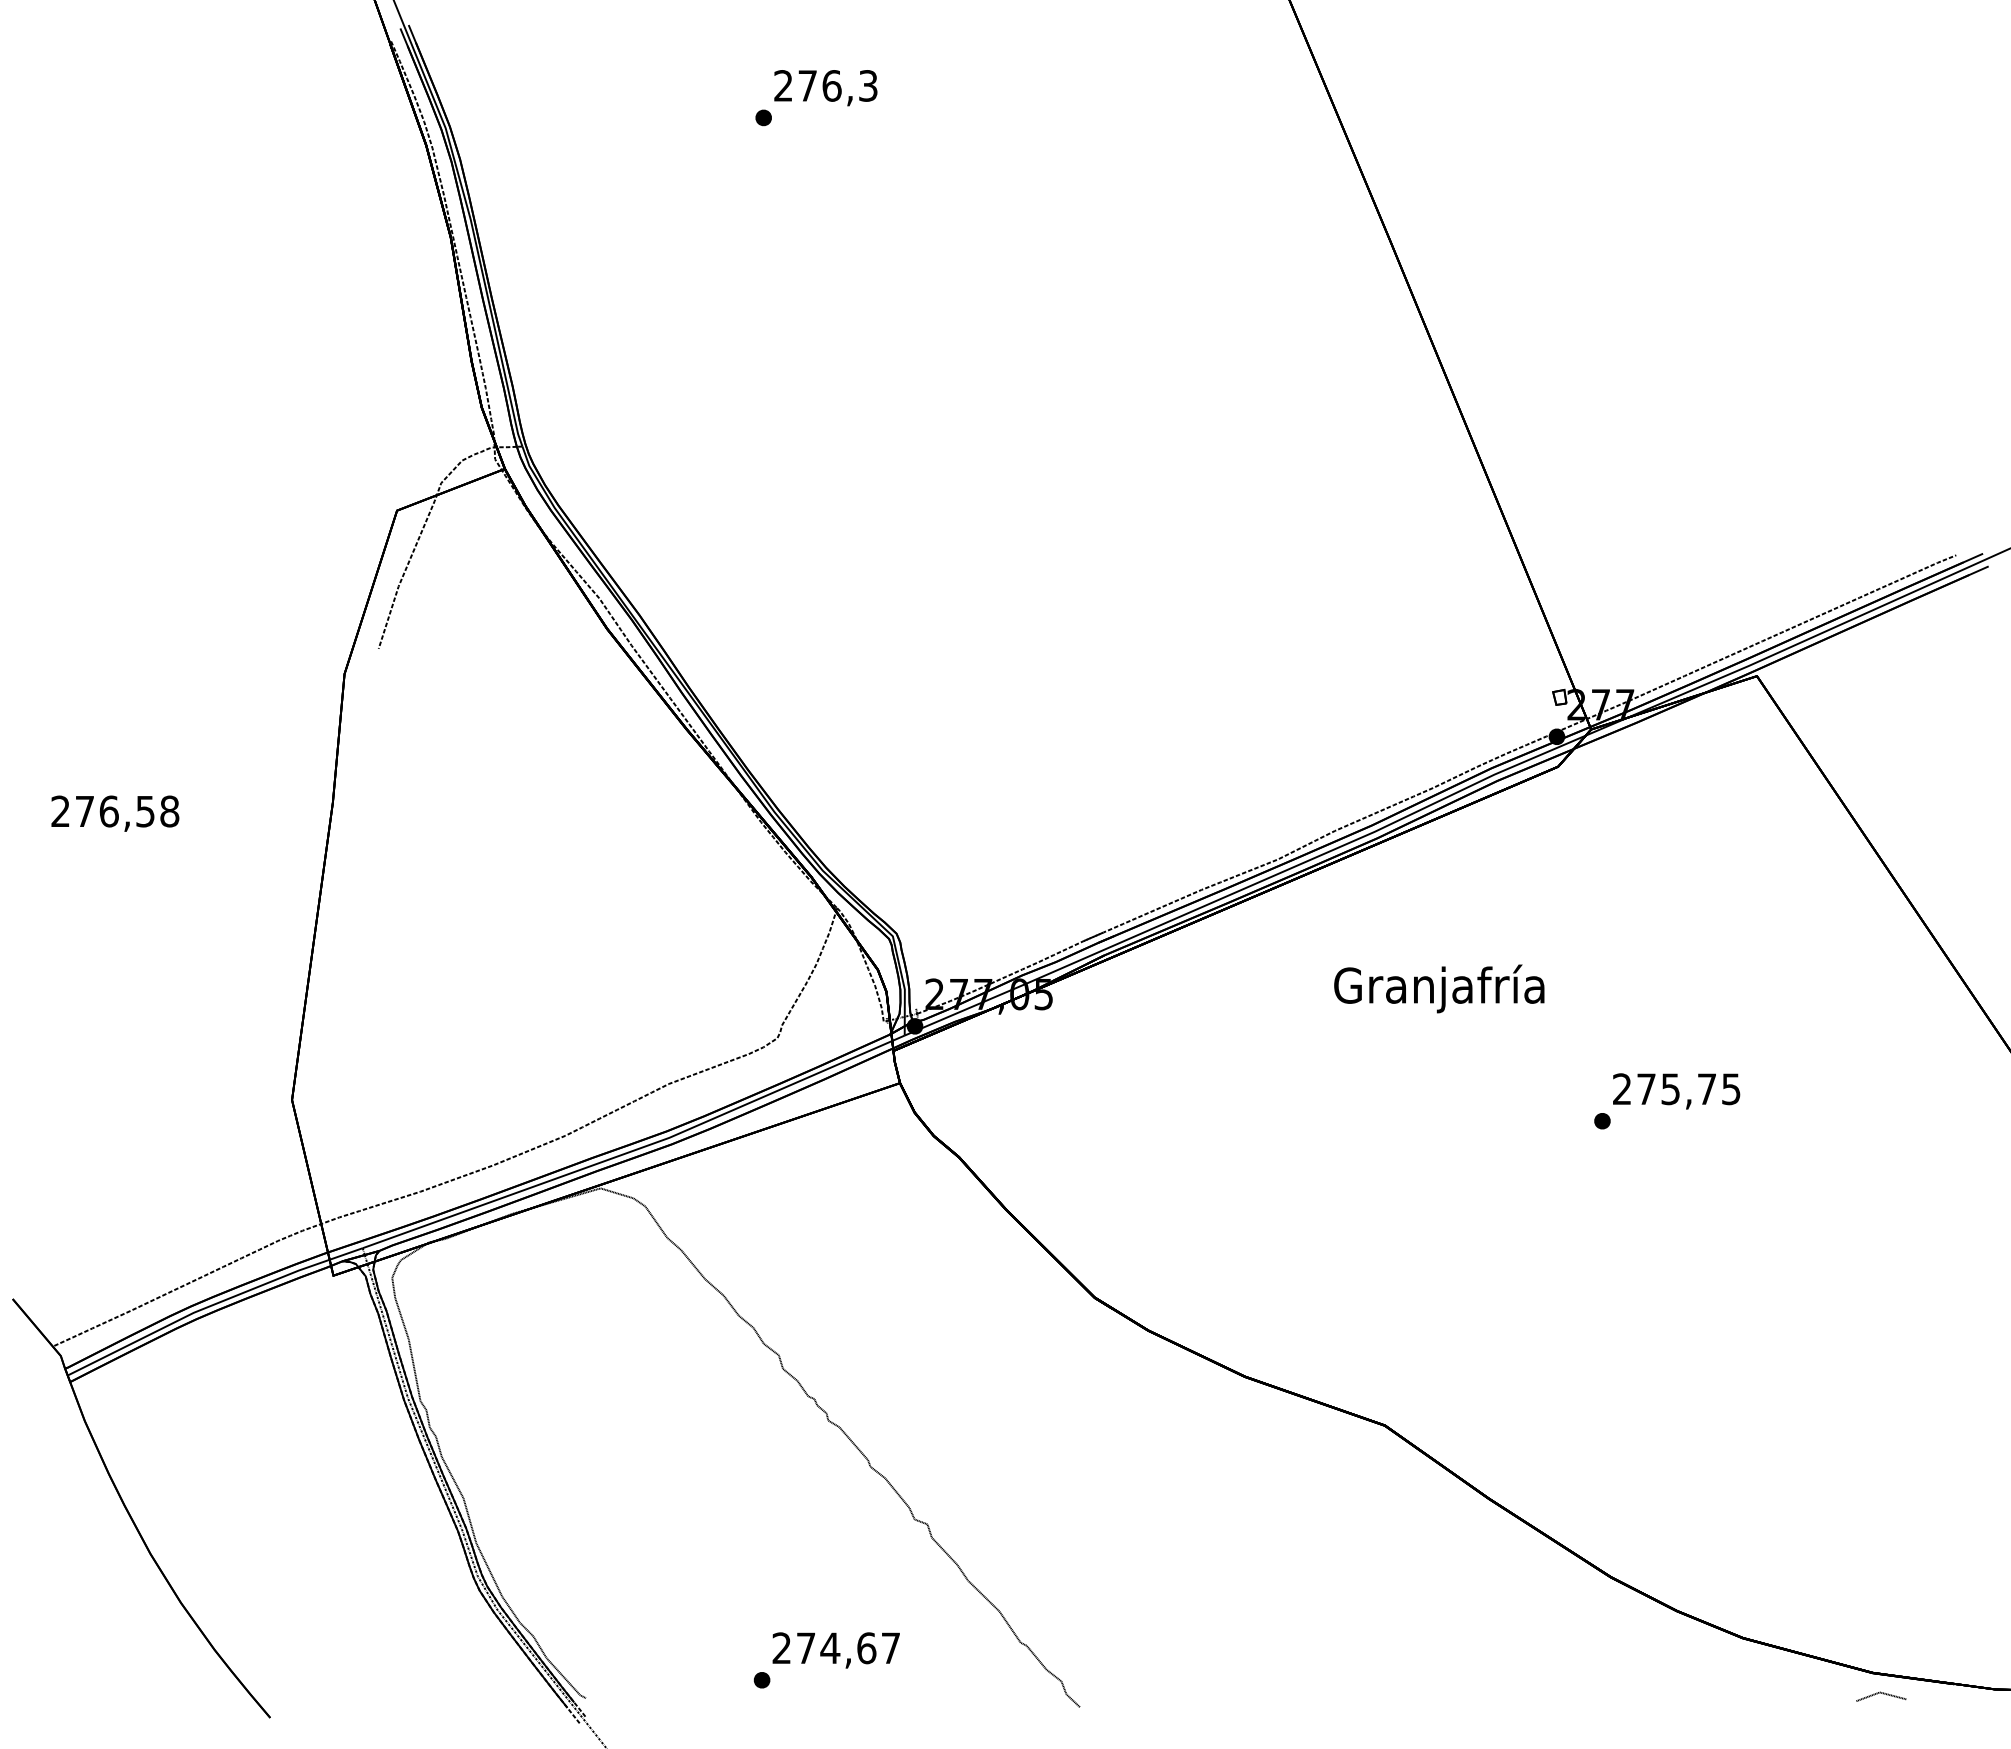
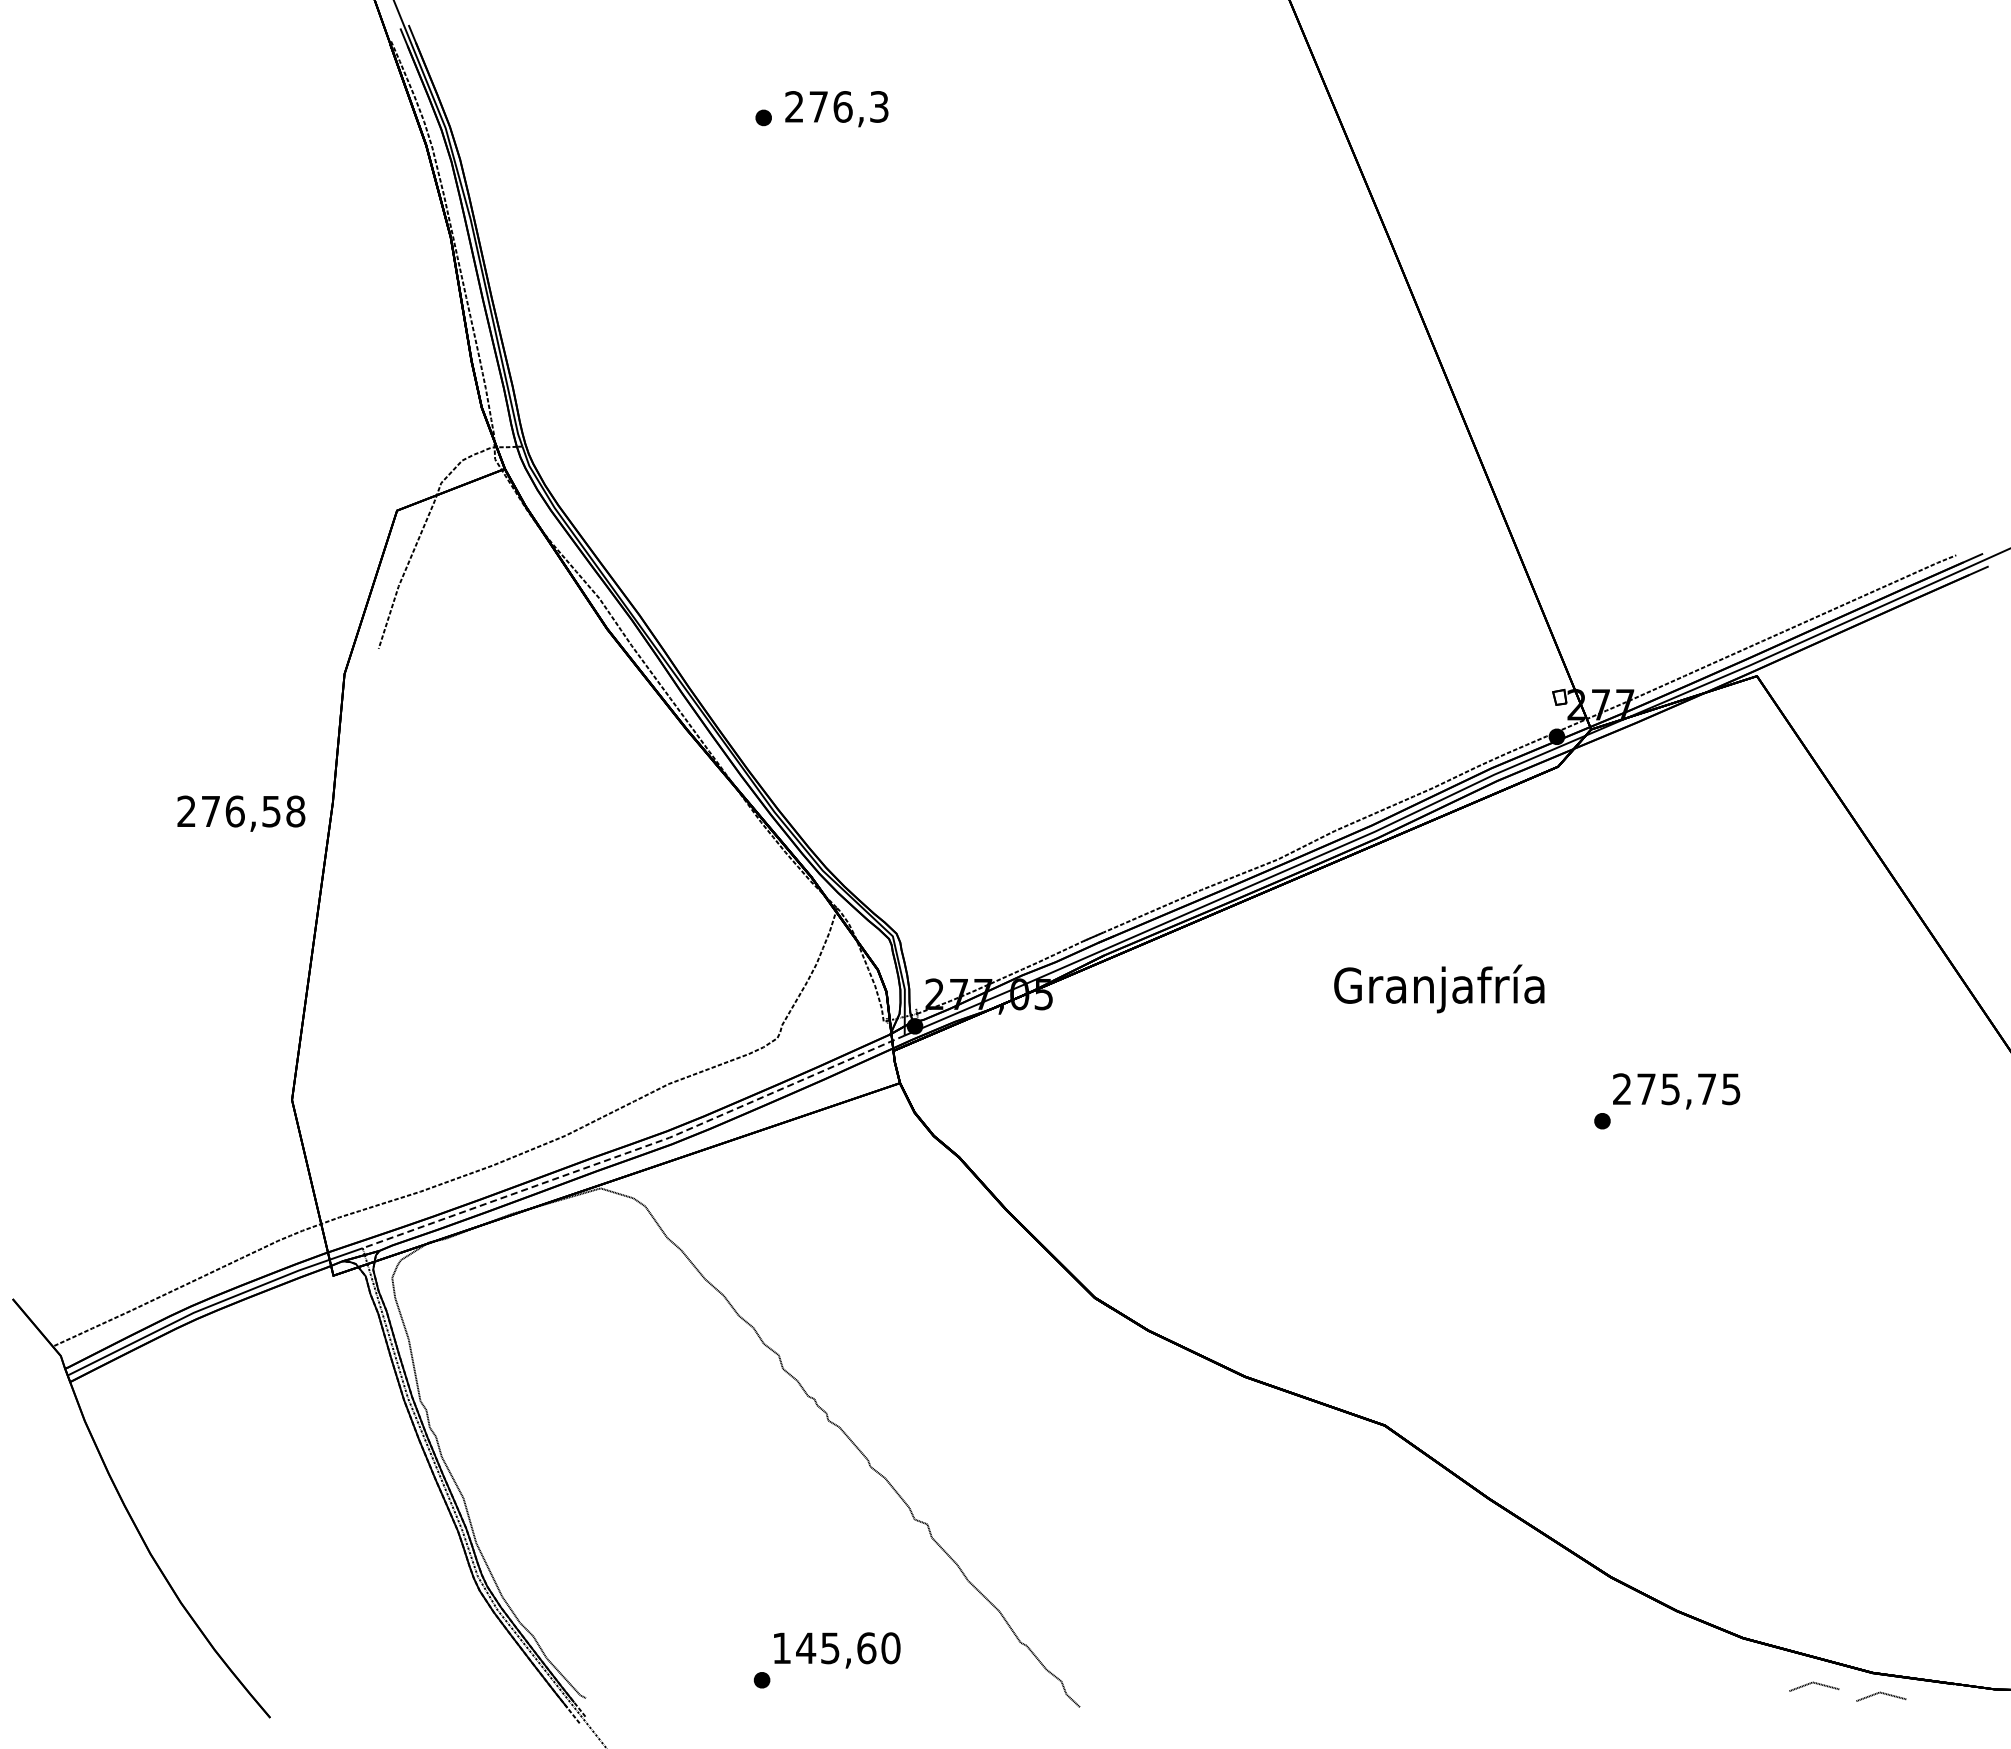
text at (825, 88) position: (825, 88) -> (836, 109)
text at (115, 813) position: (115, 813) -> (241, 813)
line at (637, 1149): solid -> dashed
text at (836, 1648): 274,67 -> 145,60
line at (1816, 1684): none -> present
